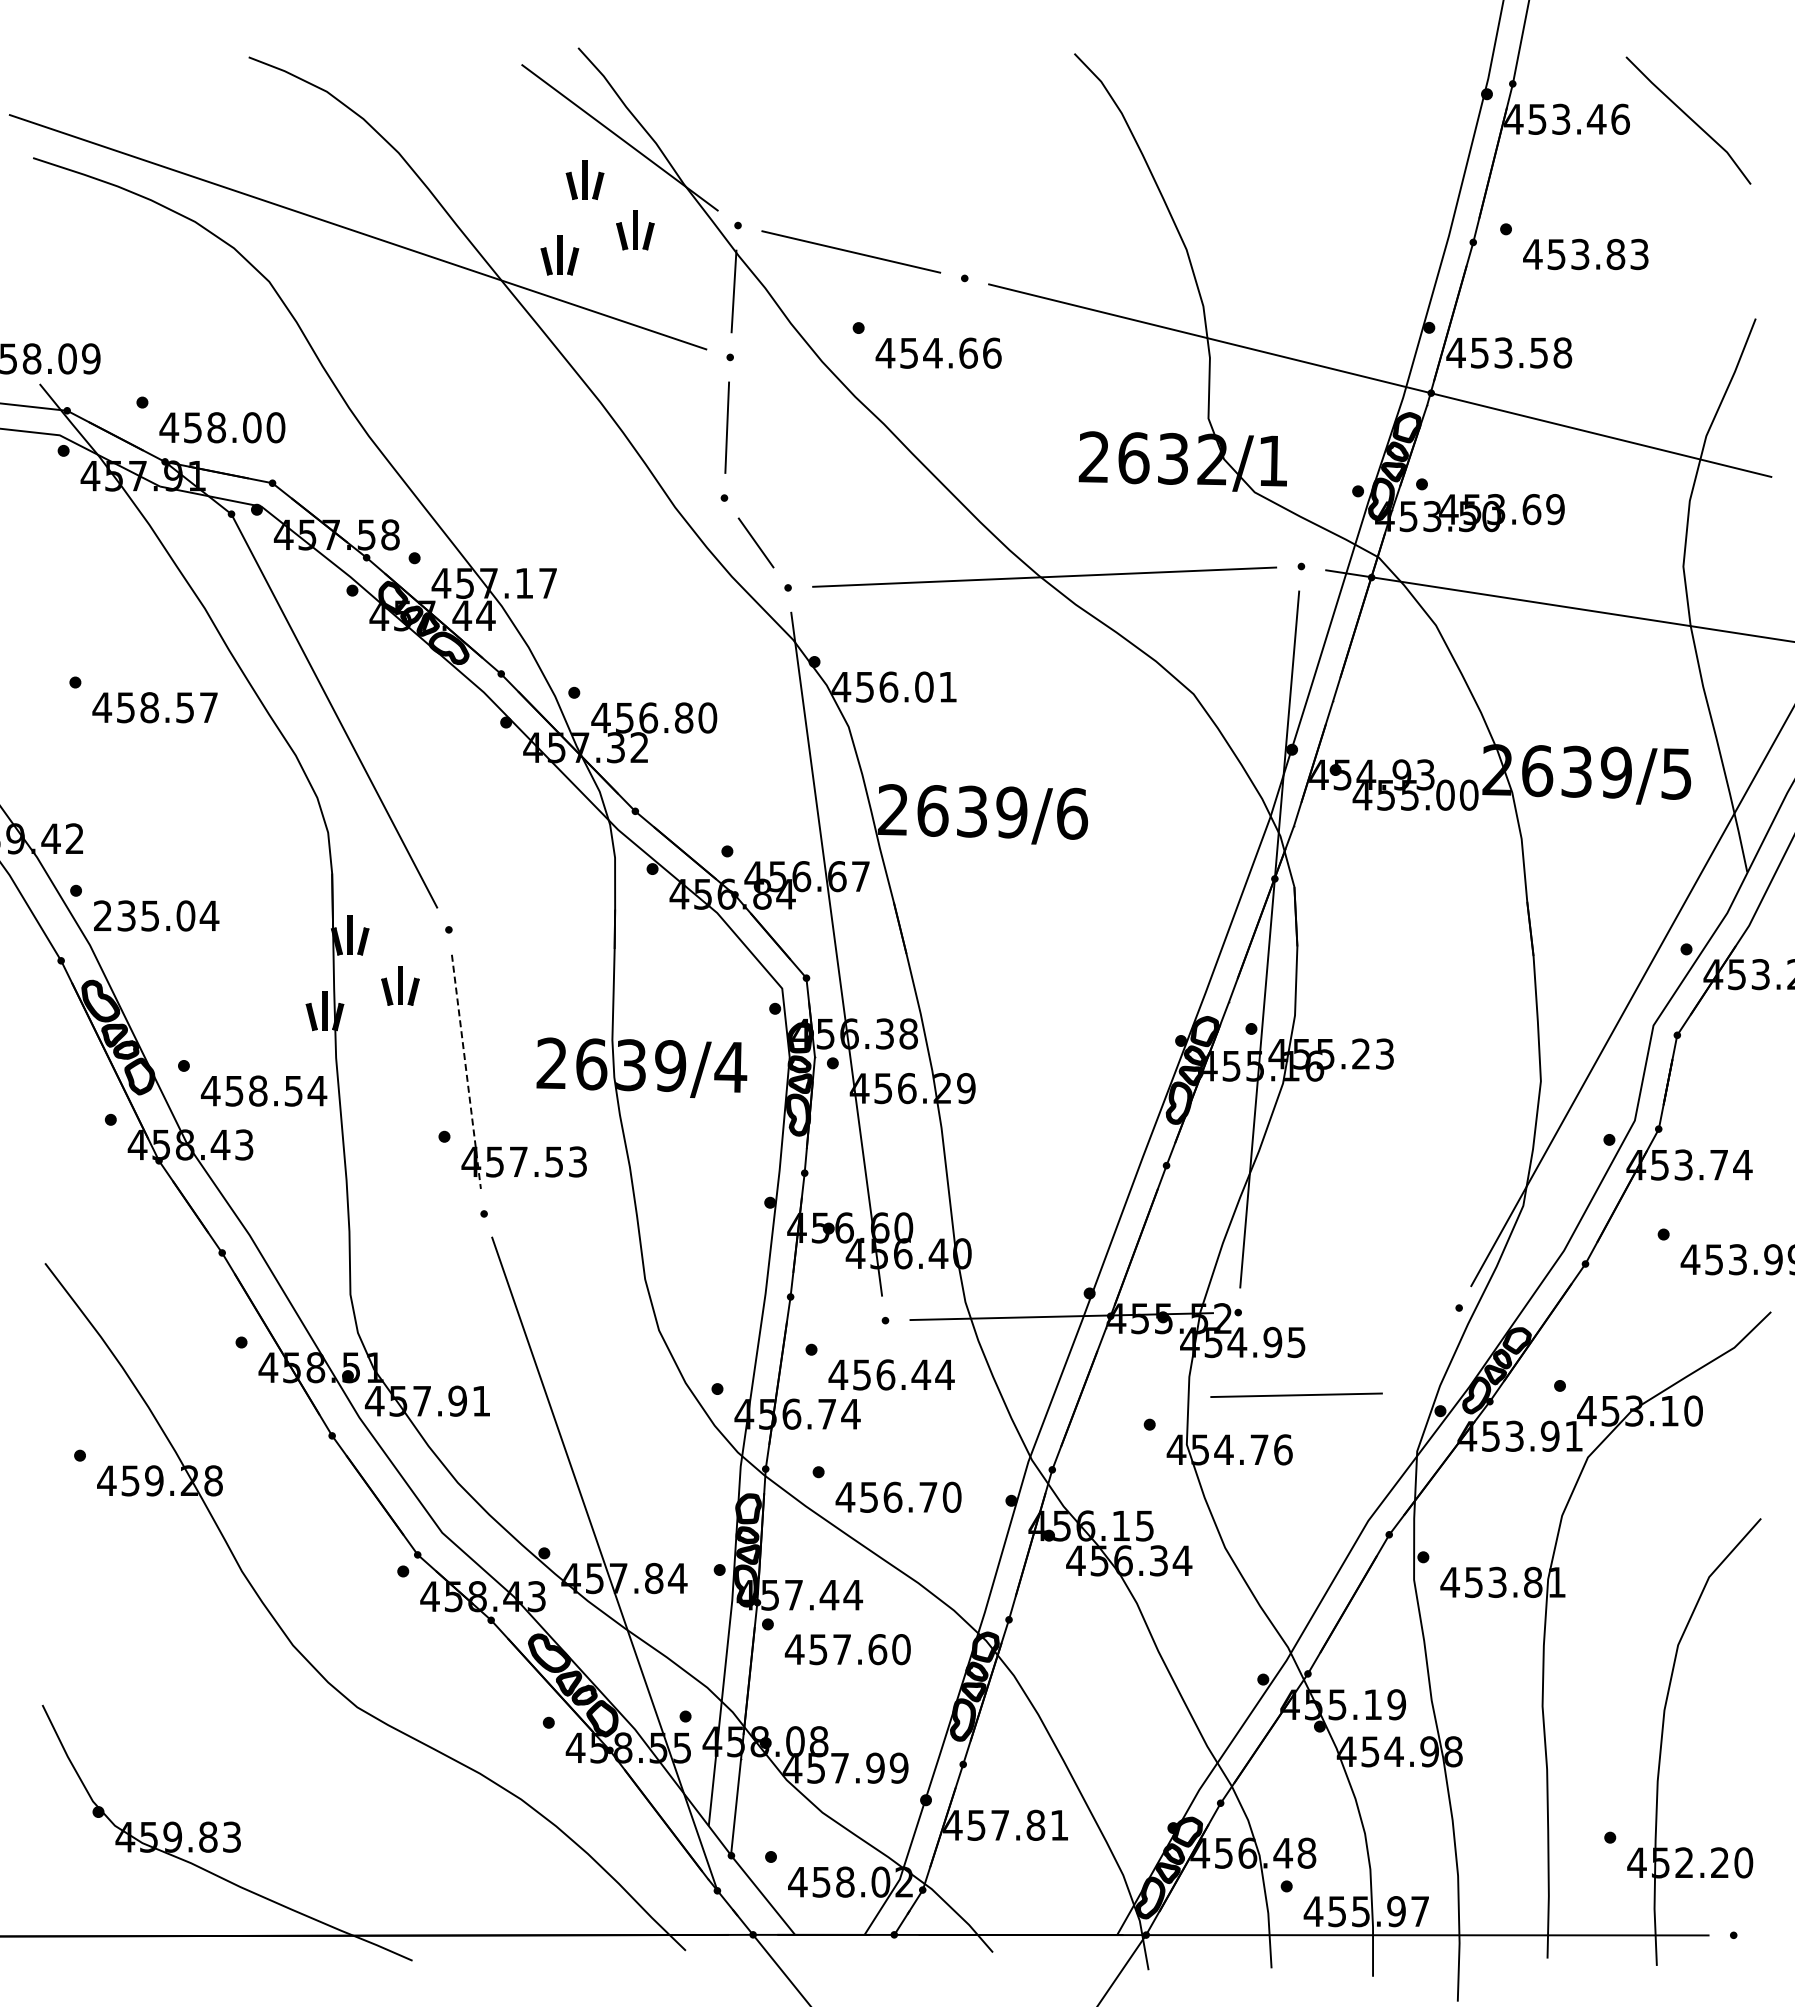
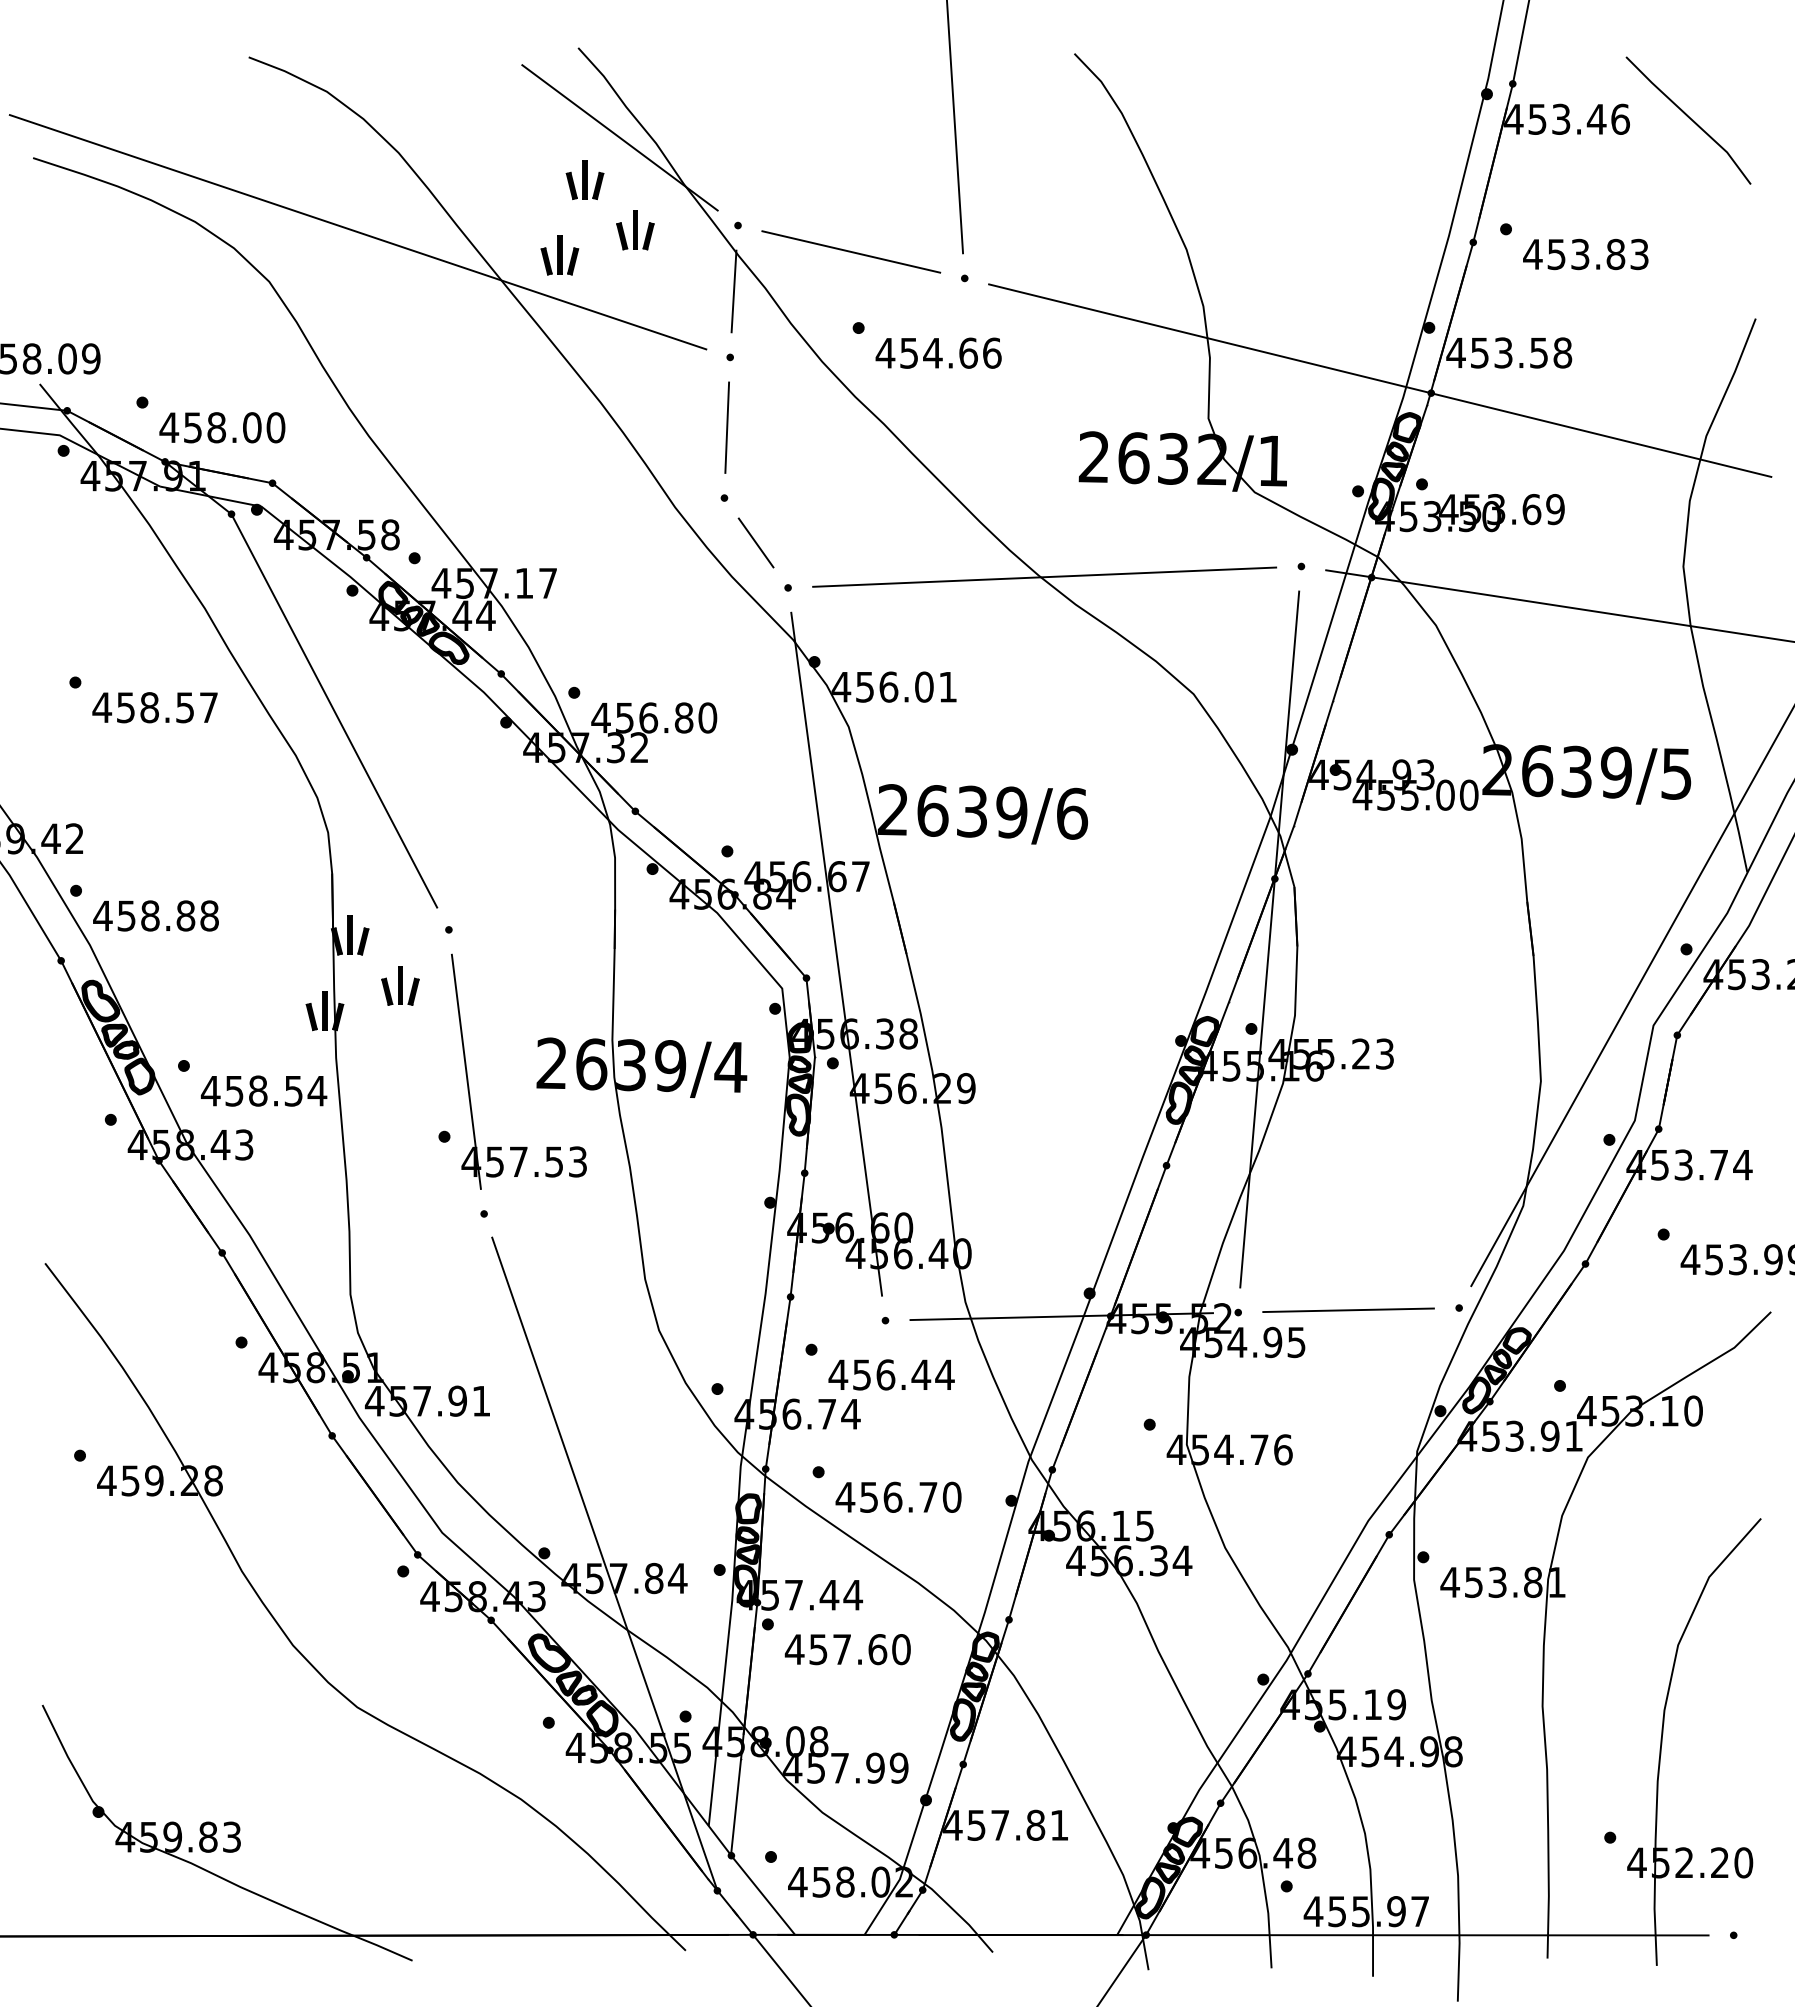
line at (955, 127): none -> present
text at (156, 915): 235.04 -> 458.88
line at (466, 1071): dashed -> solid
line at (1296, 1394) position: (1296, 1394) -> (1348, 1309)
